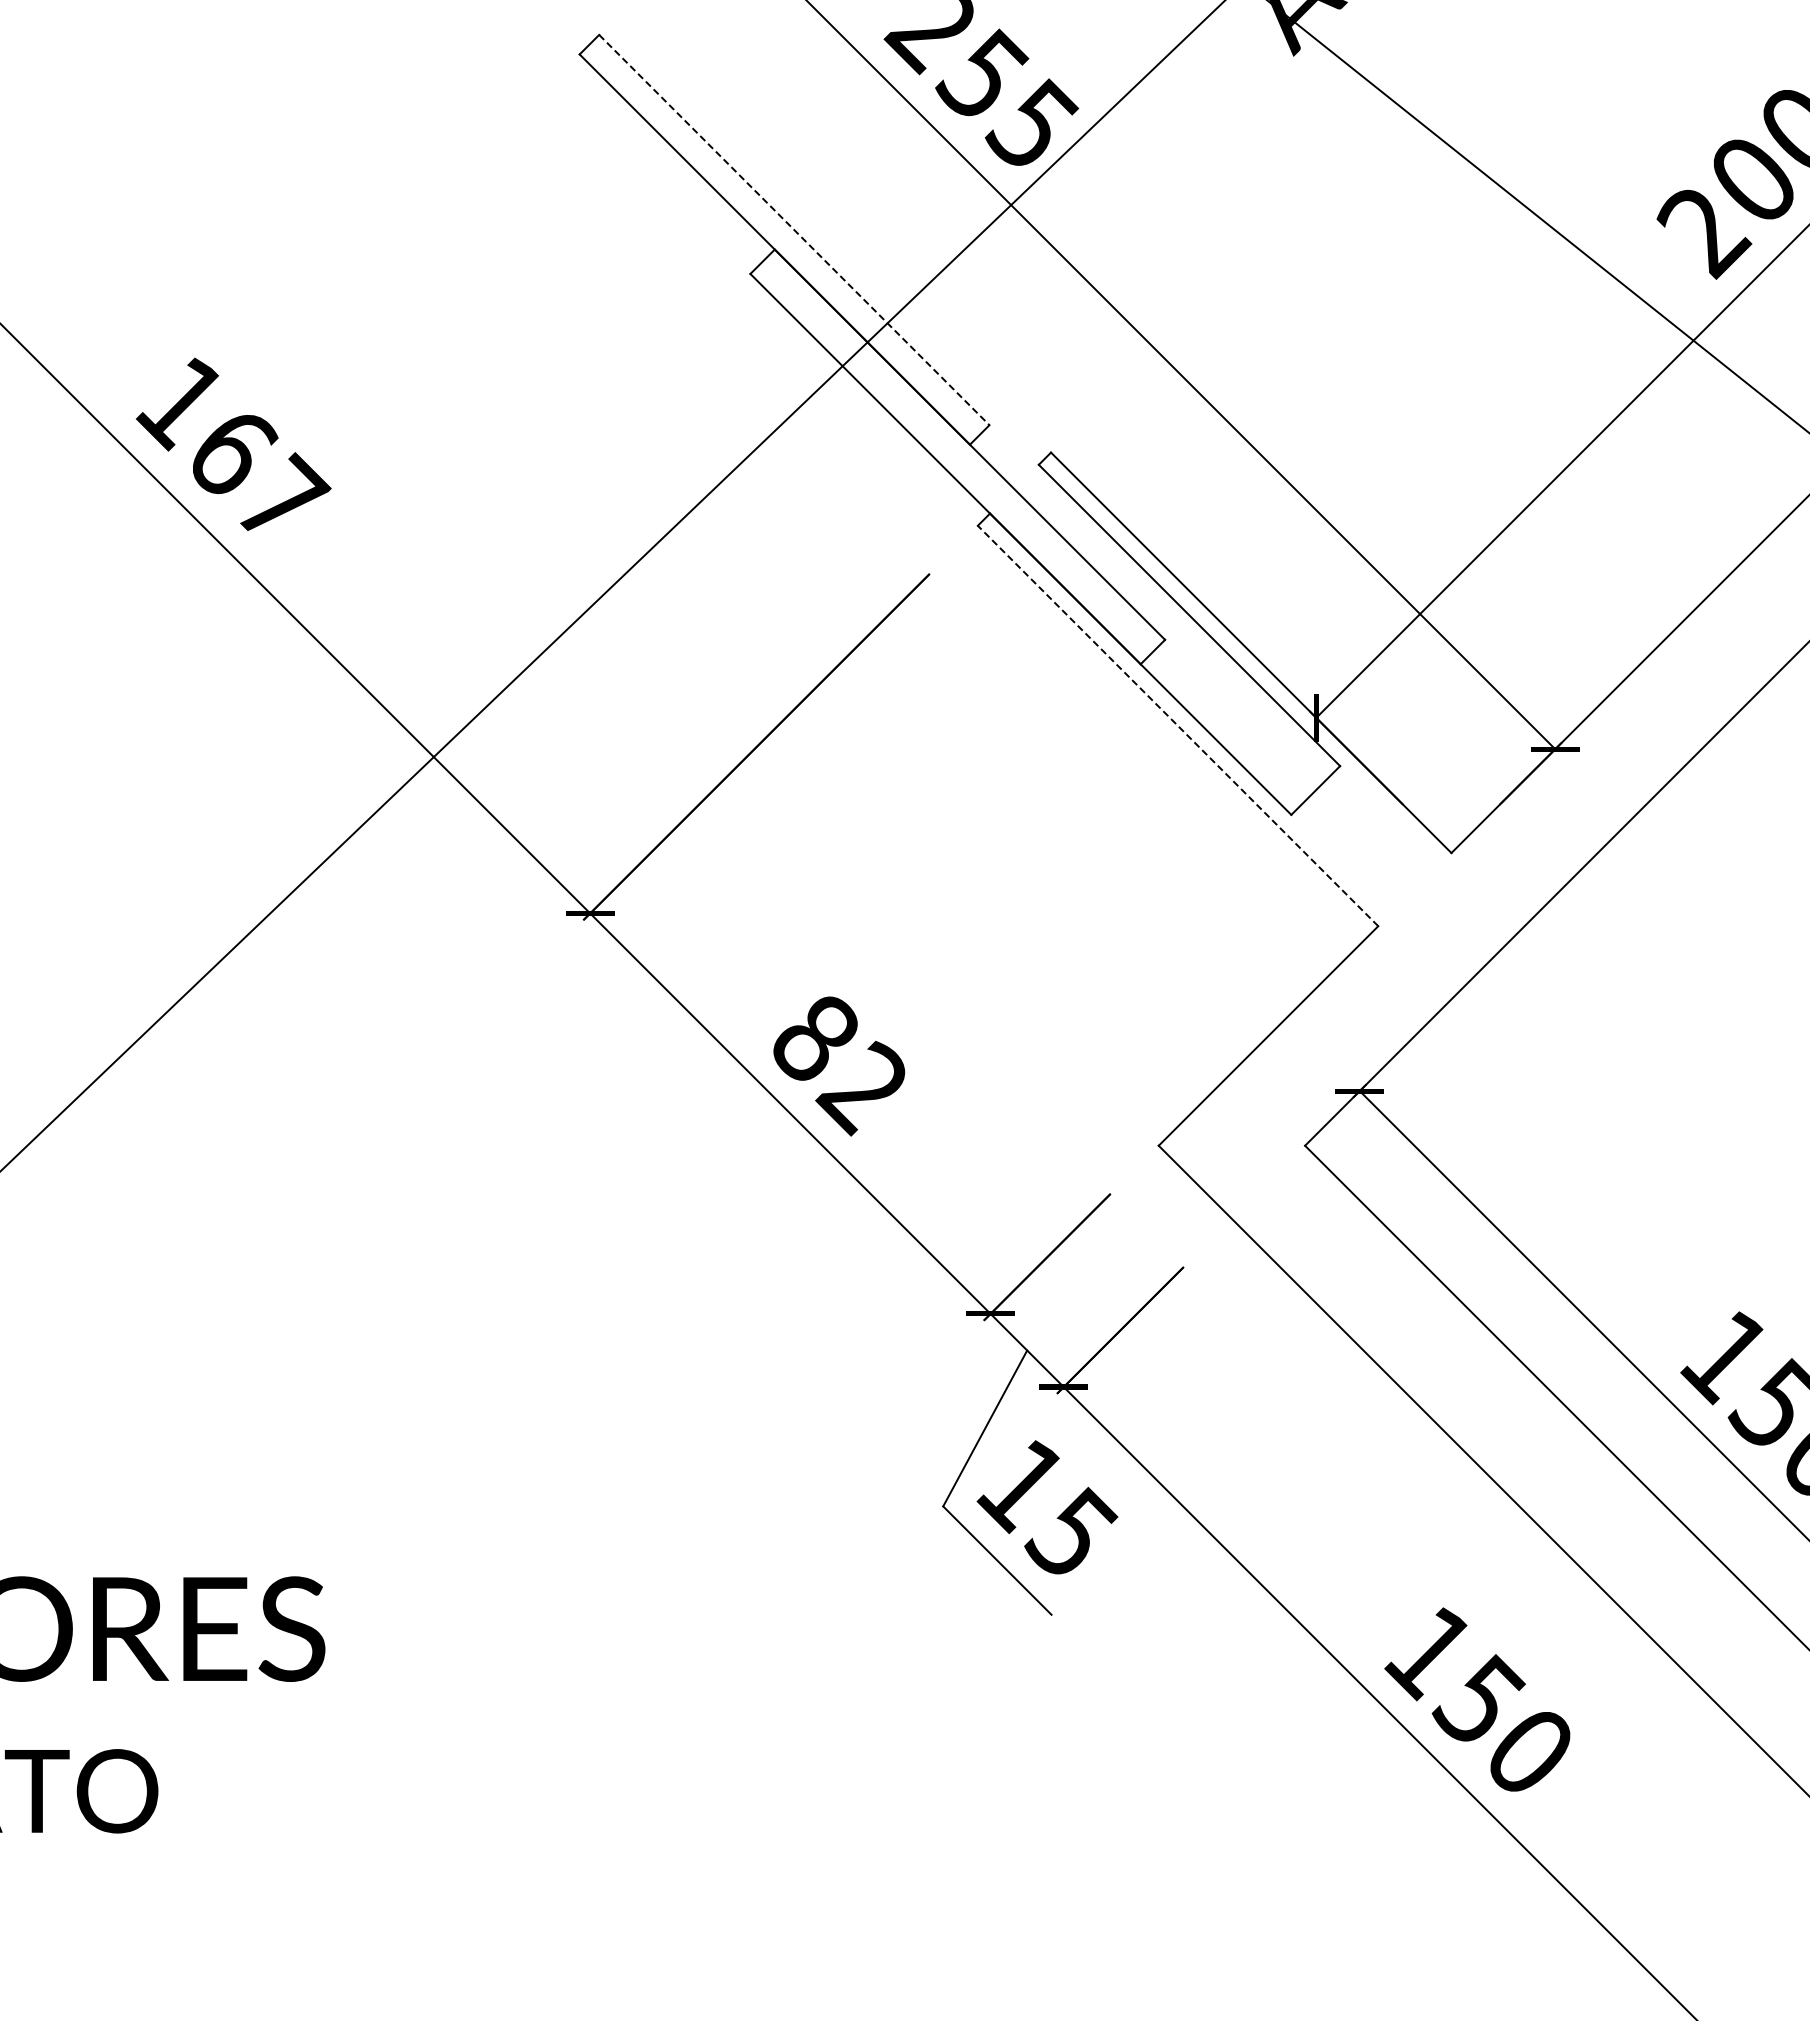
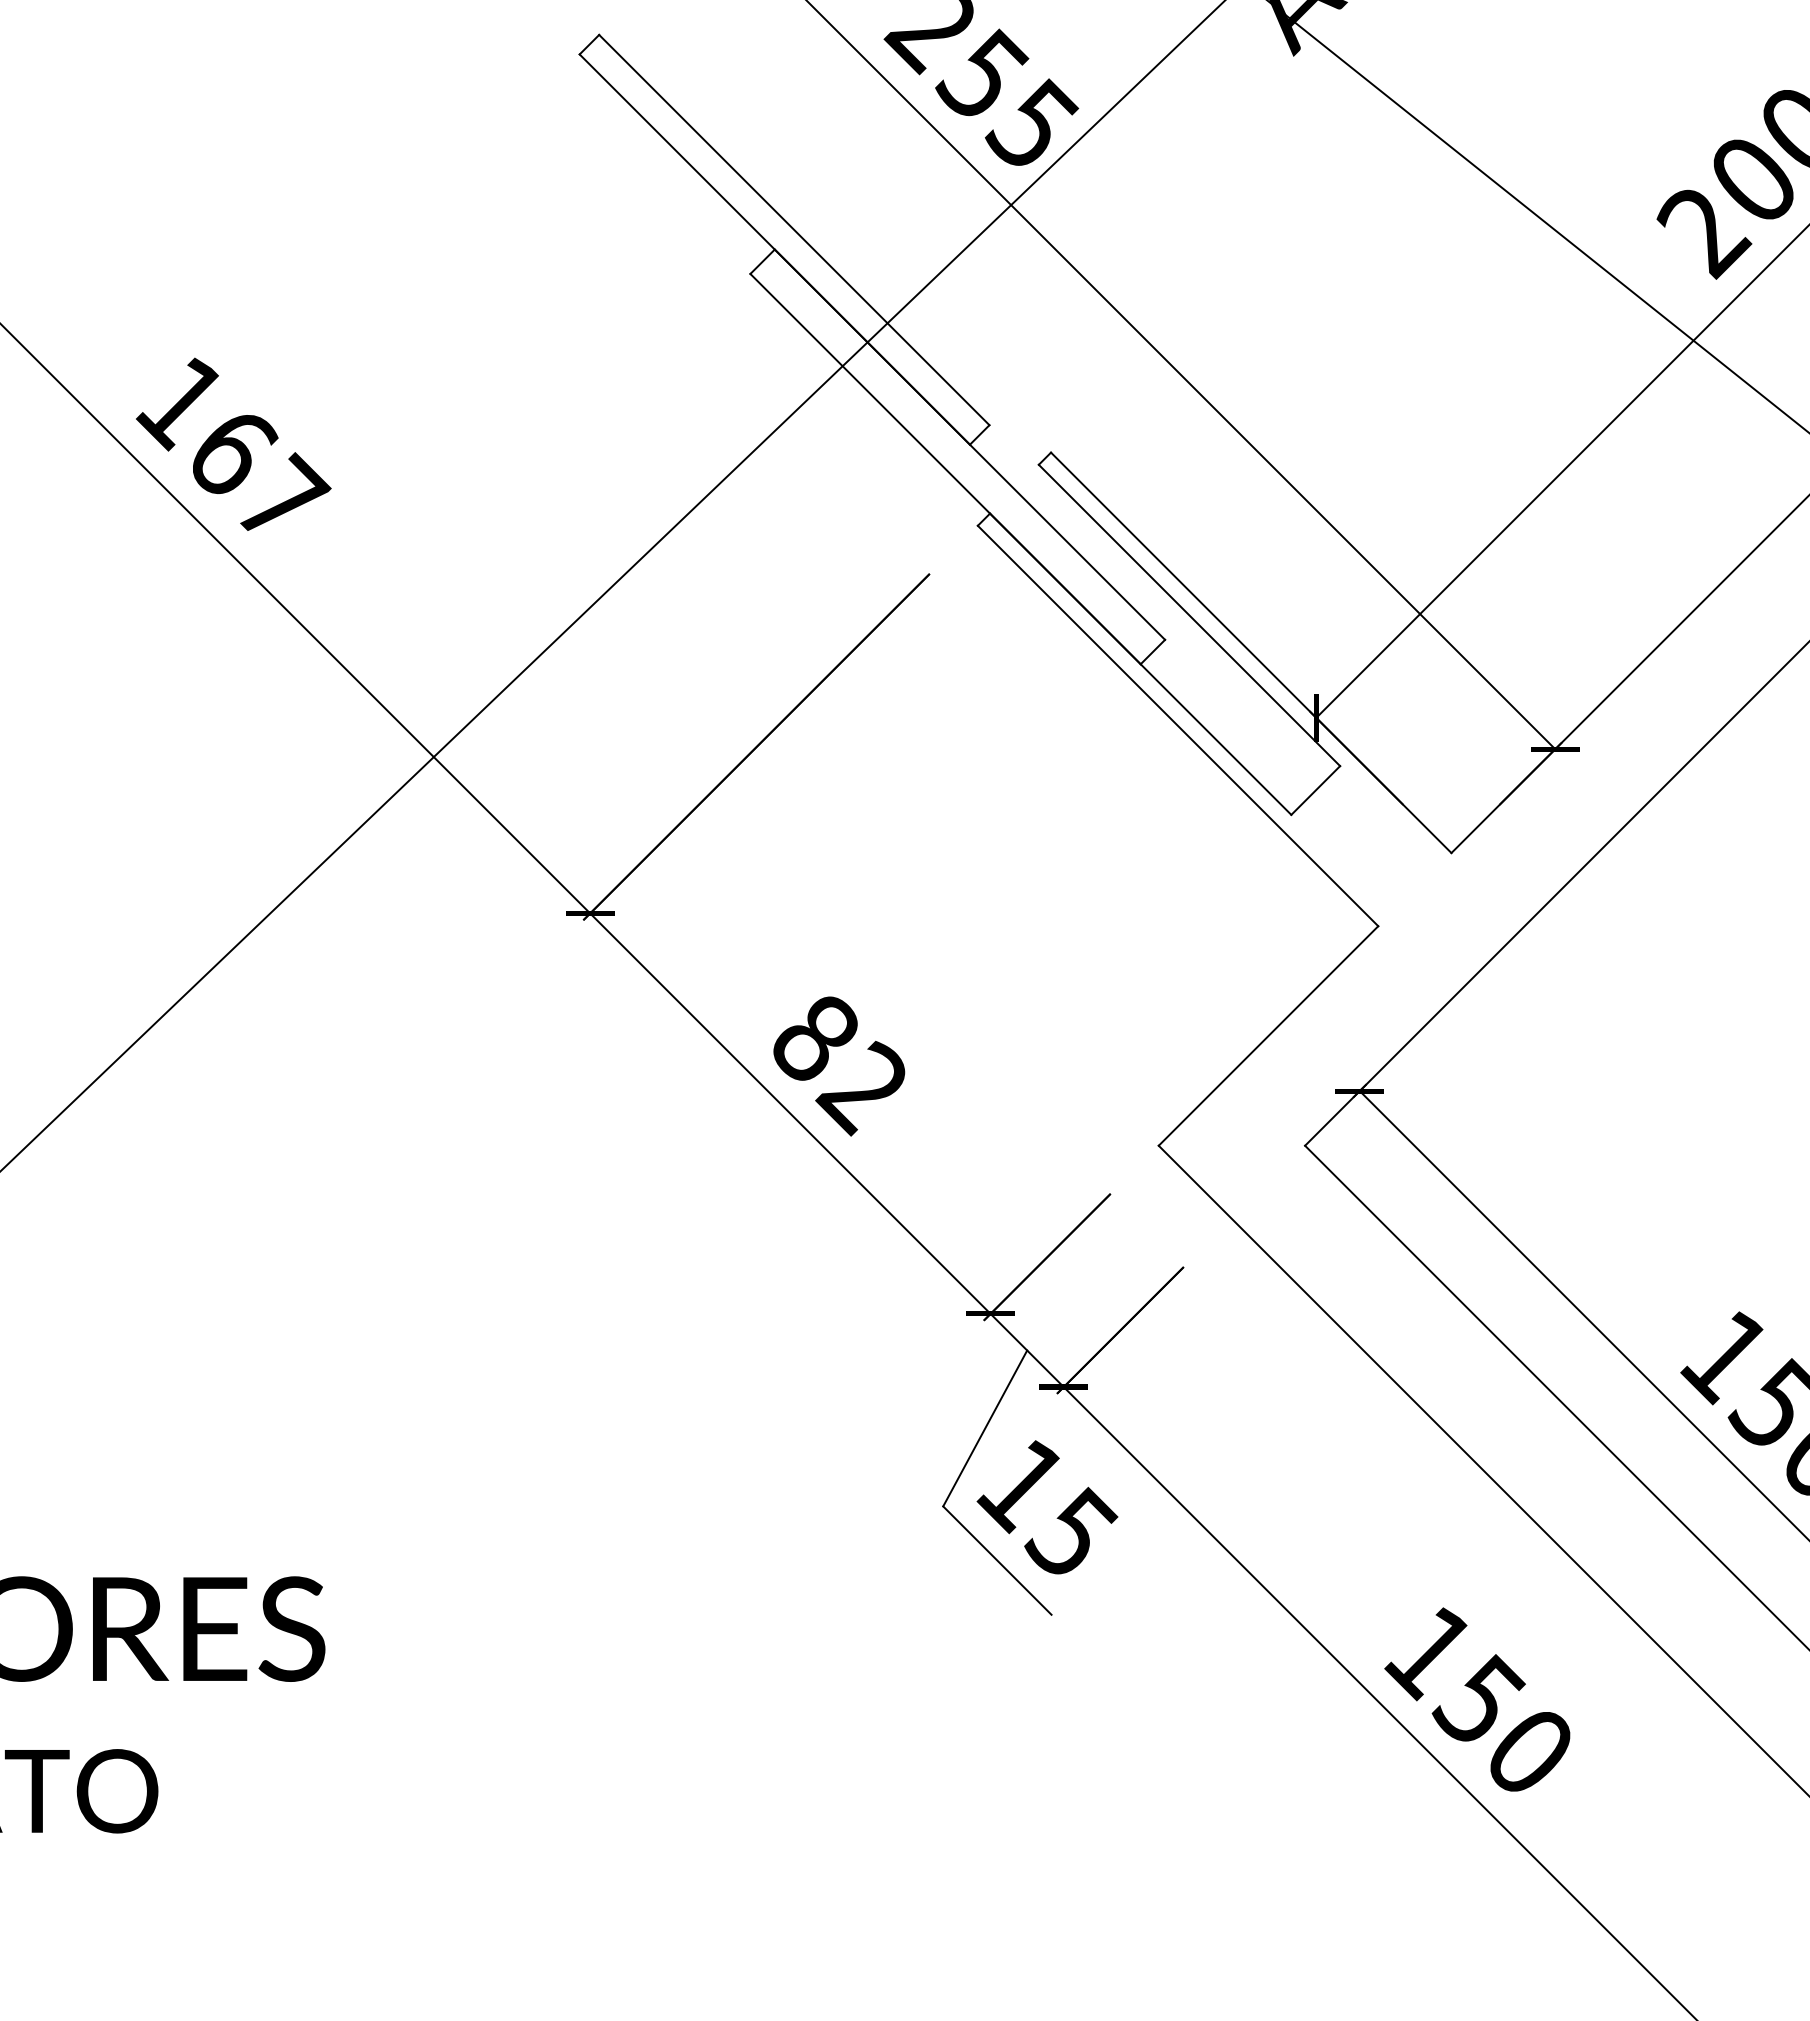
line at (794, 230): dashed -> solid
line at (1177, 725): dashed -> solid
